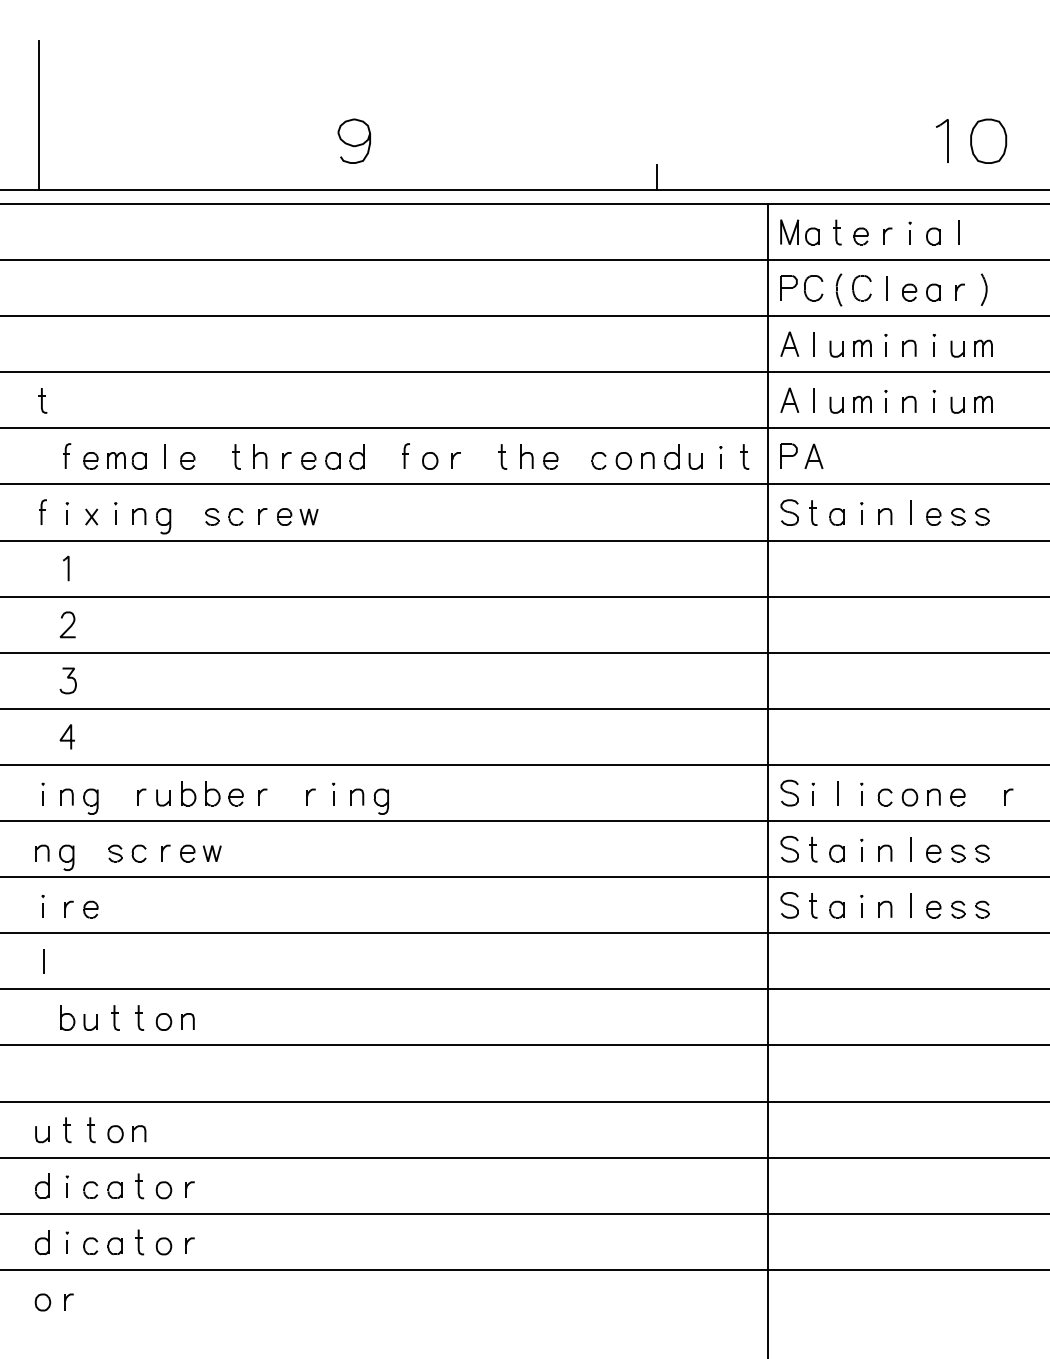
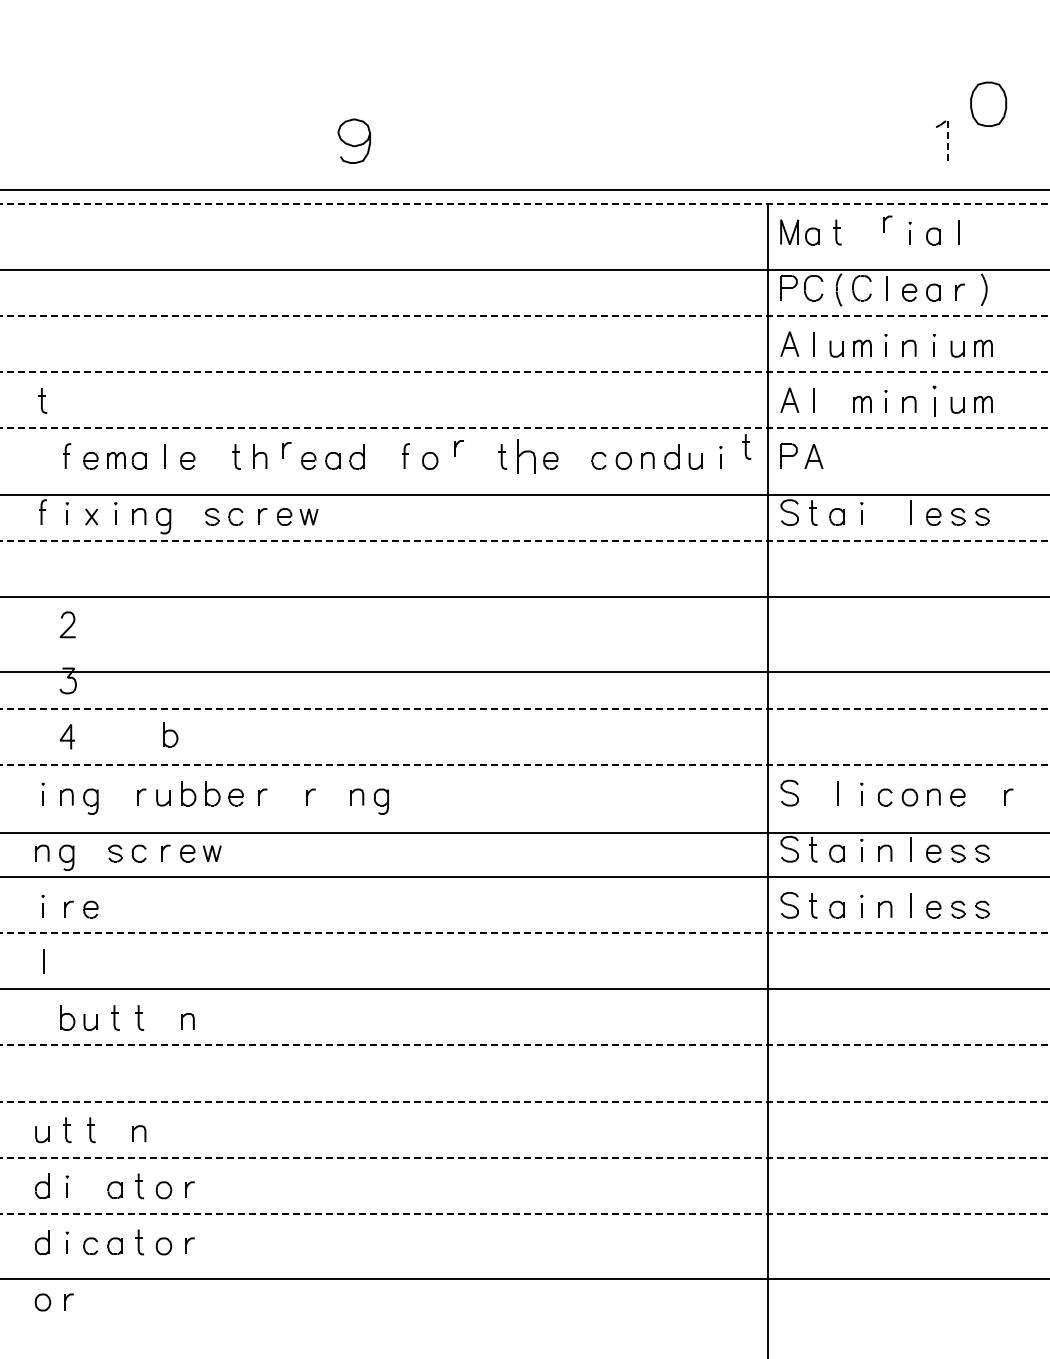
line at (38, 114): present -> none
line at (947, 136): solid -> dashed
part at (988, 140) position: (988, 140) -> (988, 103)
line at (657, 176): present -> none
line at (525, 203): solid -> dashed
part at (887, 235) position: (887, 235) -> (887, 223)
part at (860, 236): present -> none
line at (524, 259) position: (524, 259) -> (524, 269)
line at (525, 316): solid -> dashed
line at (525, 372): solid -> dashed
part at (933, 401) size: 4x23 px -> 5x32 px
part at (836, 404): present -> none
line at (525, 428): solid -> dashed
part at (526, 456) size: 14x25 px -> 19x35 px
part at (744, 456) position: (744, 456) -> (746, 446)
part at (286, 460) position: (286, 460) -> (286, 450)
part at (455, 460) position: (455, 460) -> (458, 448)
line at (524, 484) position: (524, 484) -> (524, 495)
part at (885, 516): present -> none
line at (525, 540): solid -> dashed
part at (66, 568): present -> none
line at (524, 652) position: (524, 652) -> (524, 671)
line at (525, 708): solid -> dashed
part at (170, 734): none -> present
line at (525, 764): solid -> dashed
part at (333, 793): present -> none
part at (812, 793): present -> none
line at (524, 821) position: (524, 821) -> (524, 833)
line at (525, 933): solid -> dashed
part at (163, 1021): present -> none
line at (525, 1045): solid -> dashed
line at (525, 1101): solid -> dashed
part at (115, 1134): present -> none
line at (525, 1157): solid -> dashed
part at (90, 1189): present -> none
line at (525, 1213): solid -> dashed
line at (524, 1269) position: (524, 1269) -> (524, 1278)
